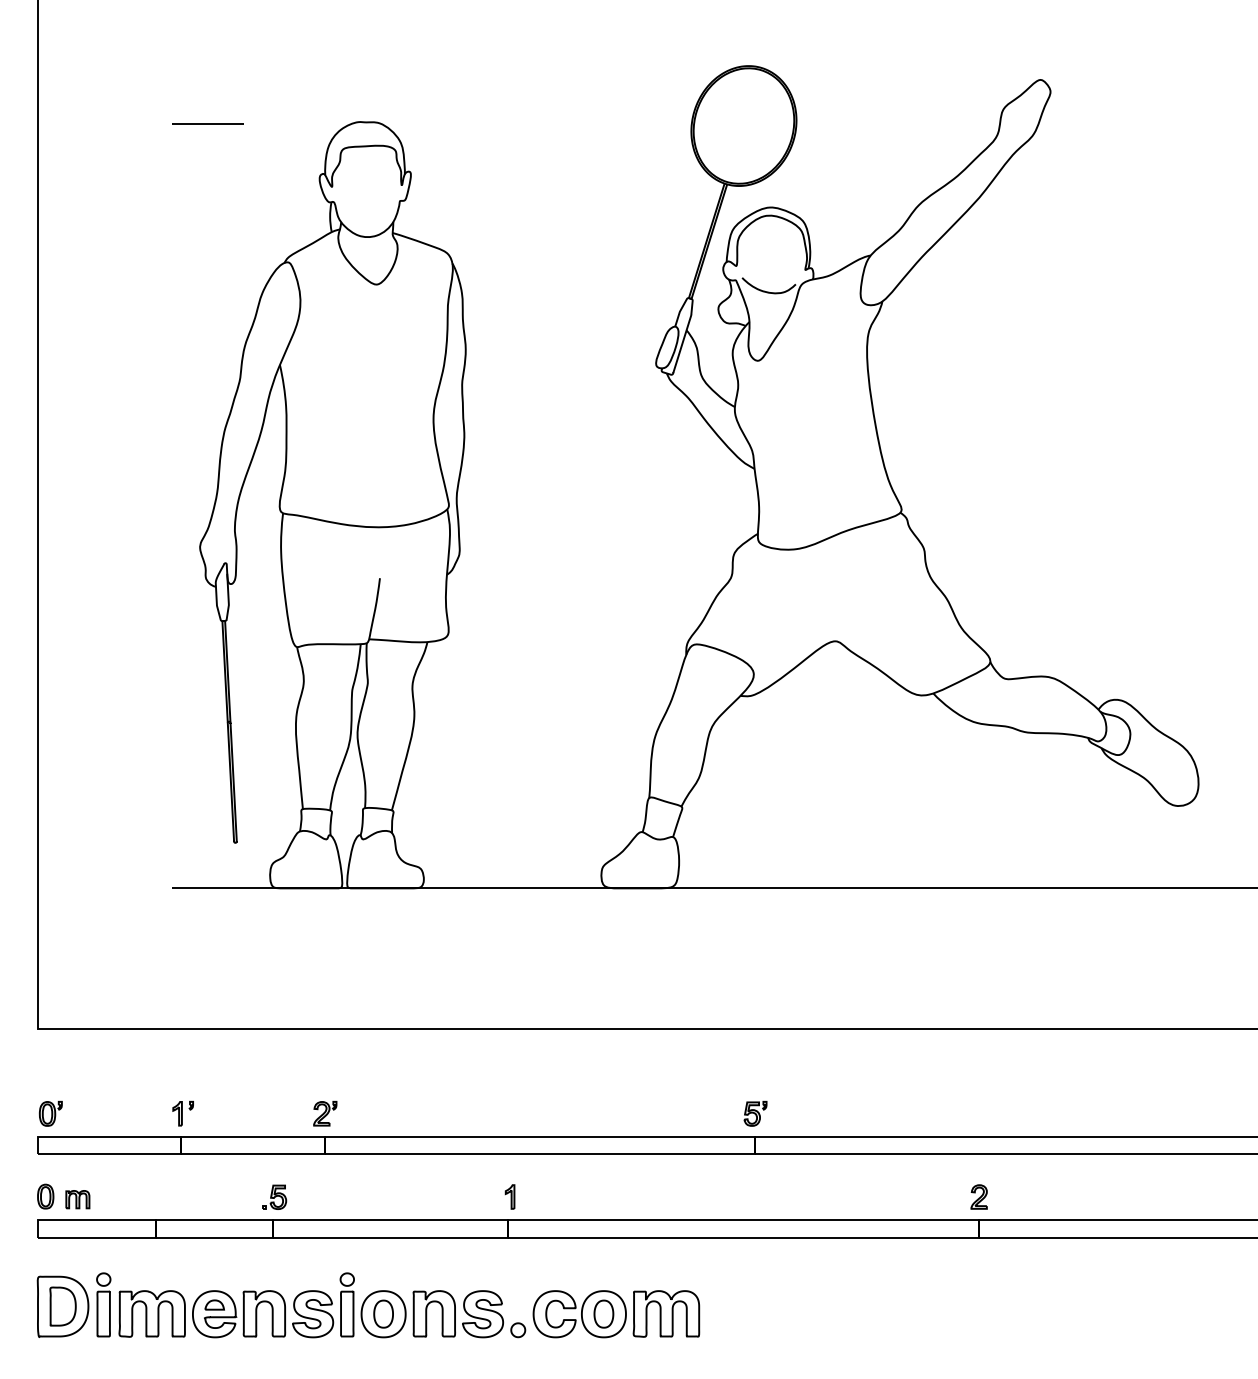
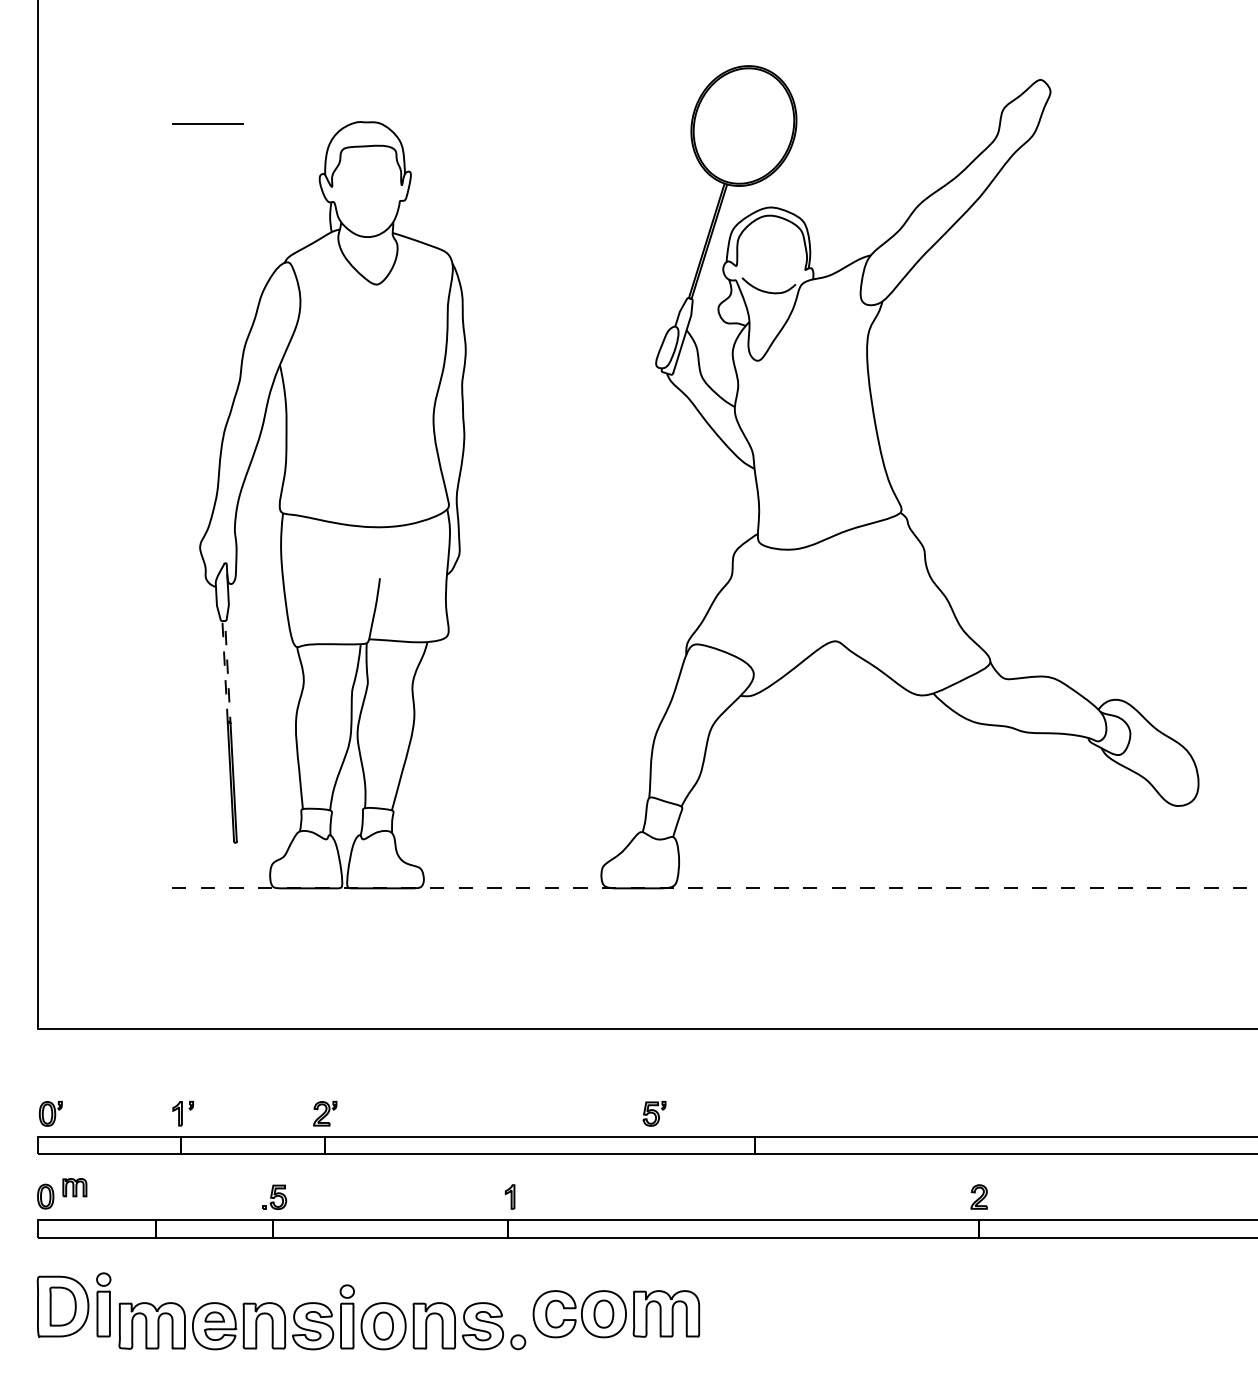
line at (224, 621): solid -> dashed
line at (714, 888): solid -> dashed
part at (755, 1113) position: (755, 1113) -> (654, 1113)
part at (77, 1199) position: (77, 1199) -> (74, 1187)
part at (322, 1305) position: (322, 1305) -> (322, 1317)
